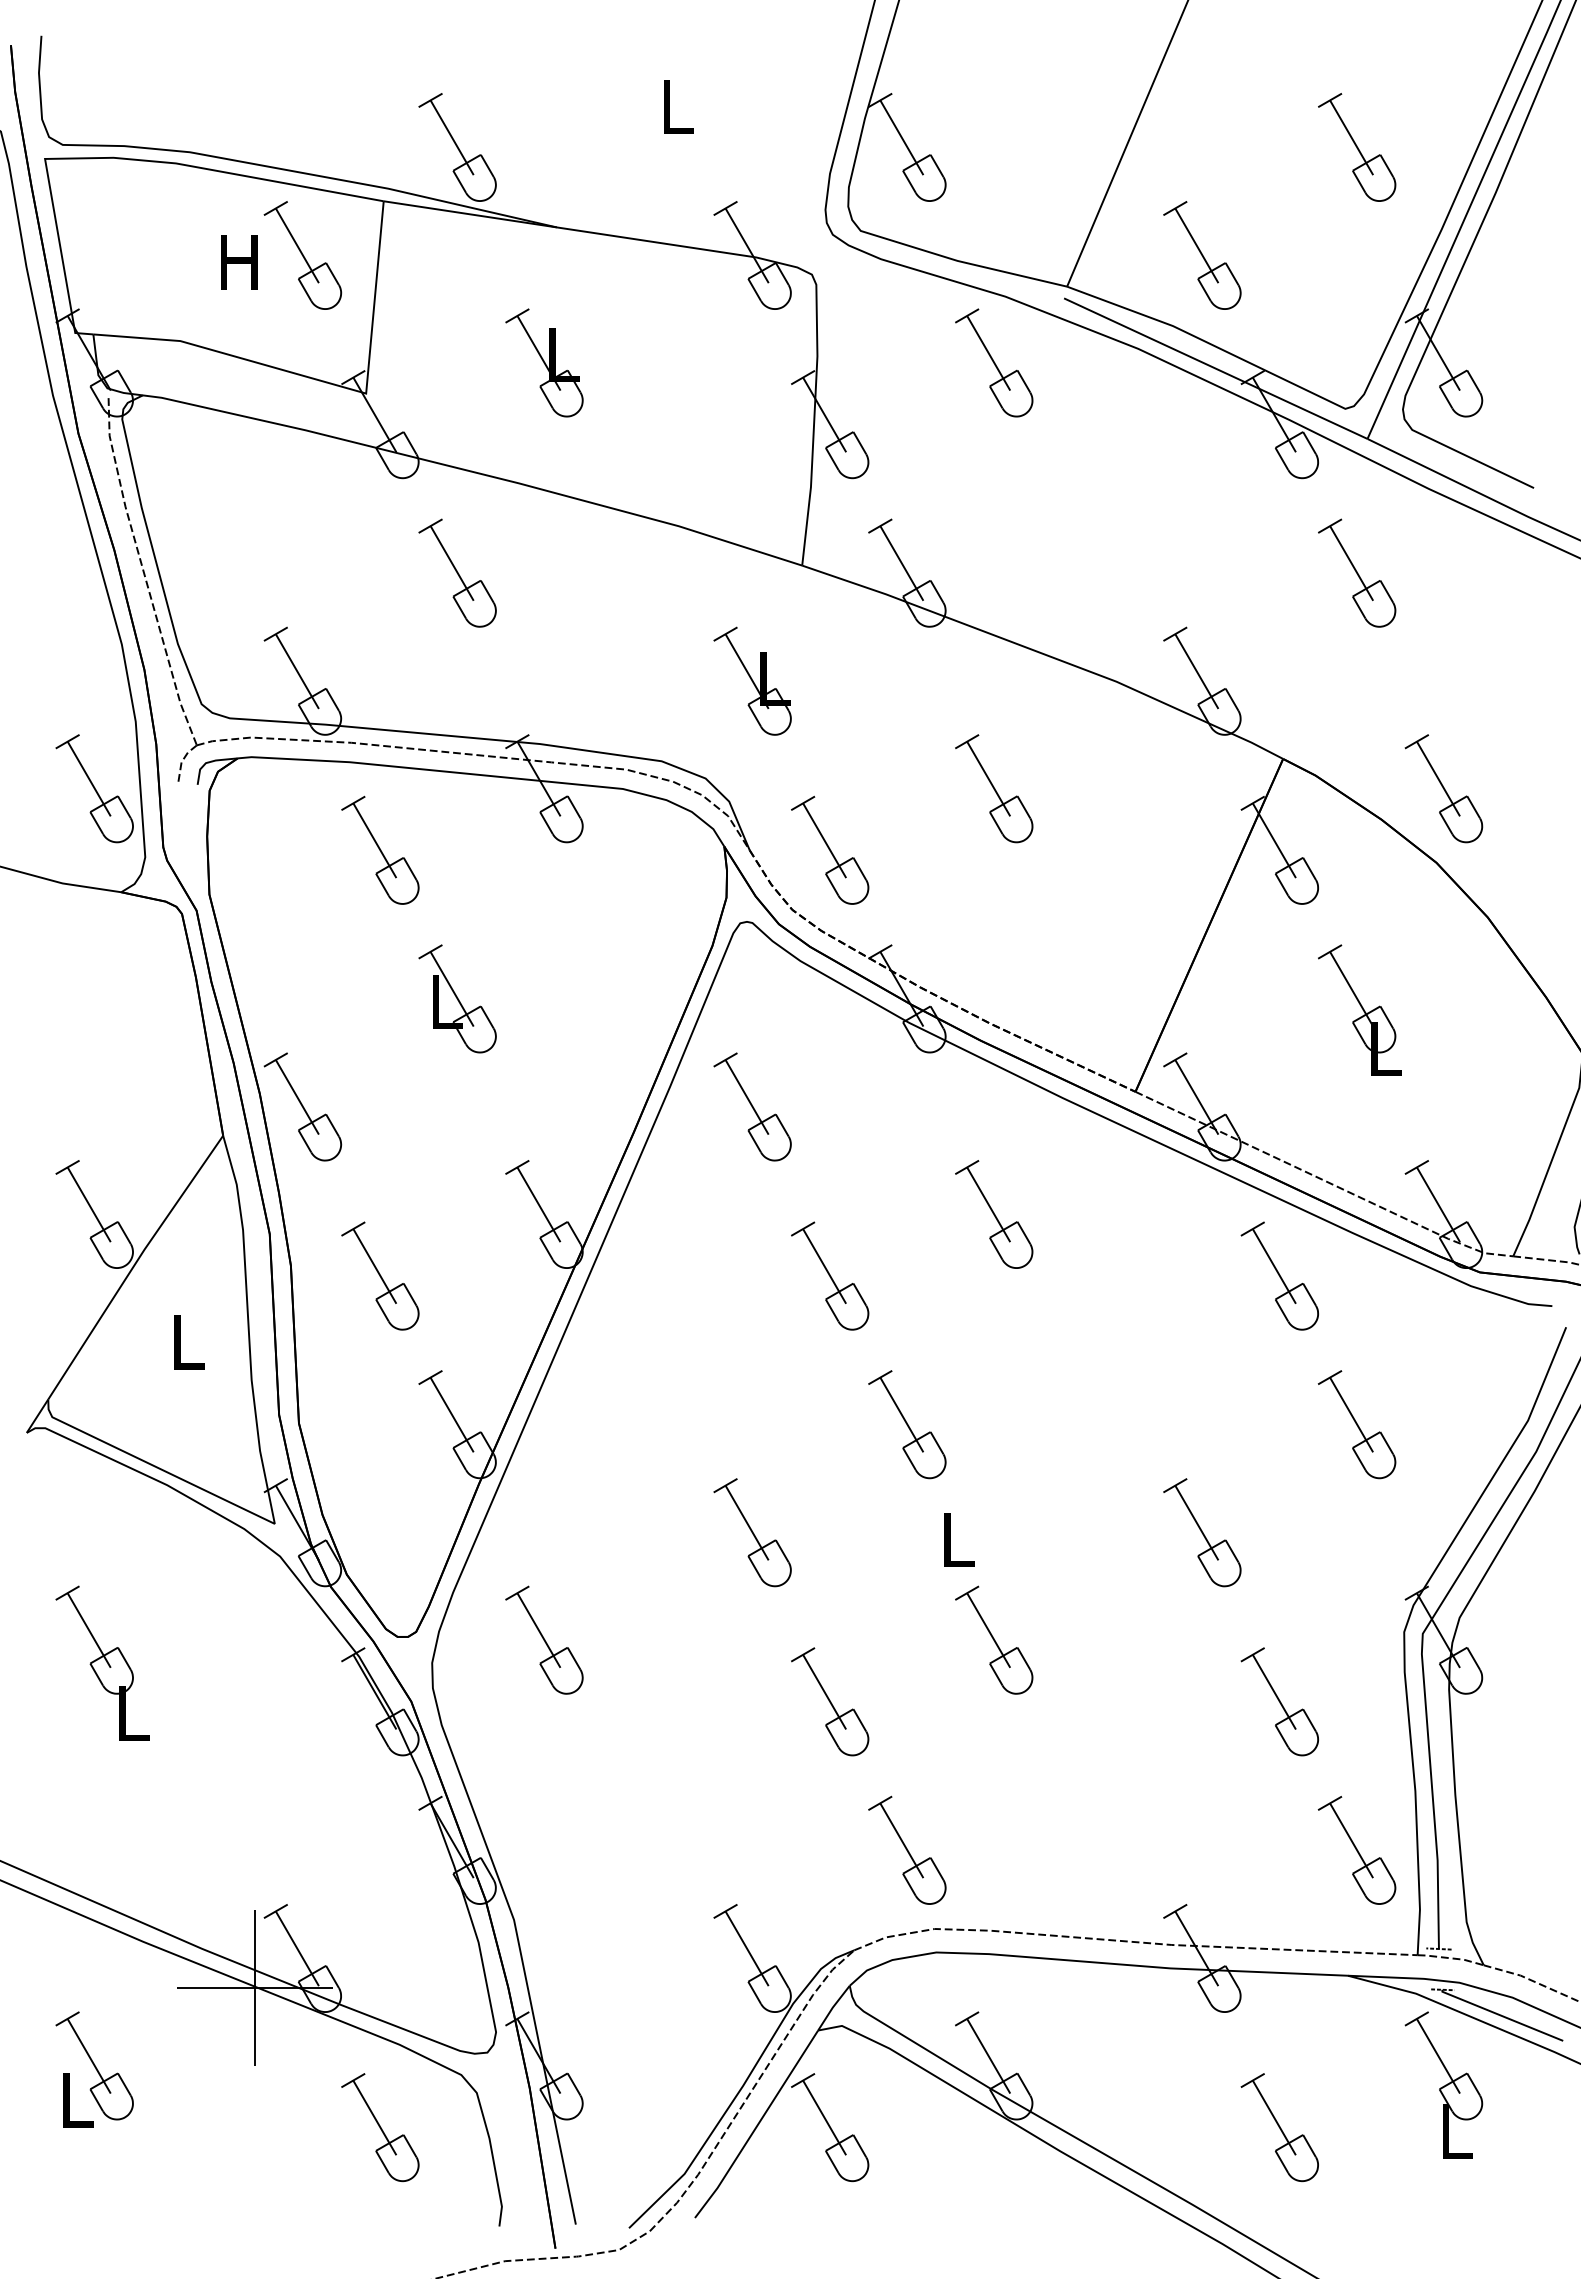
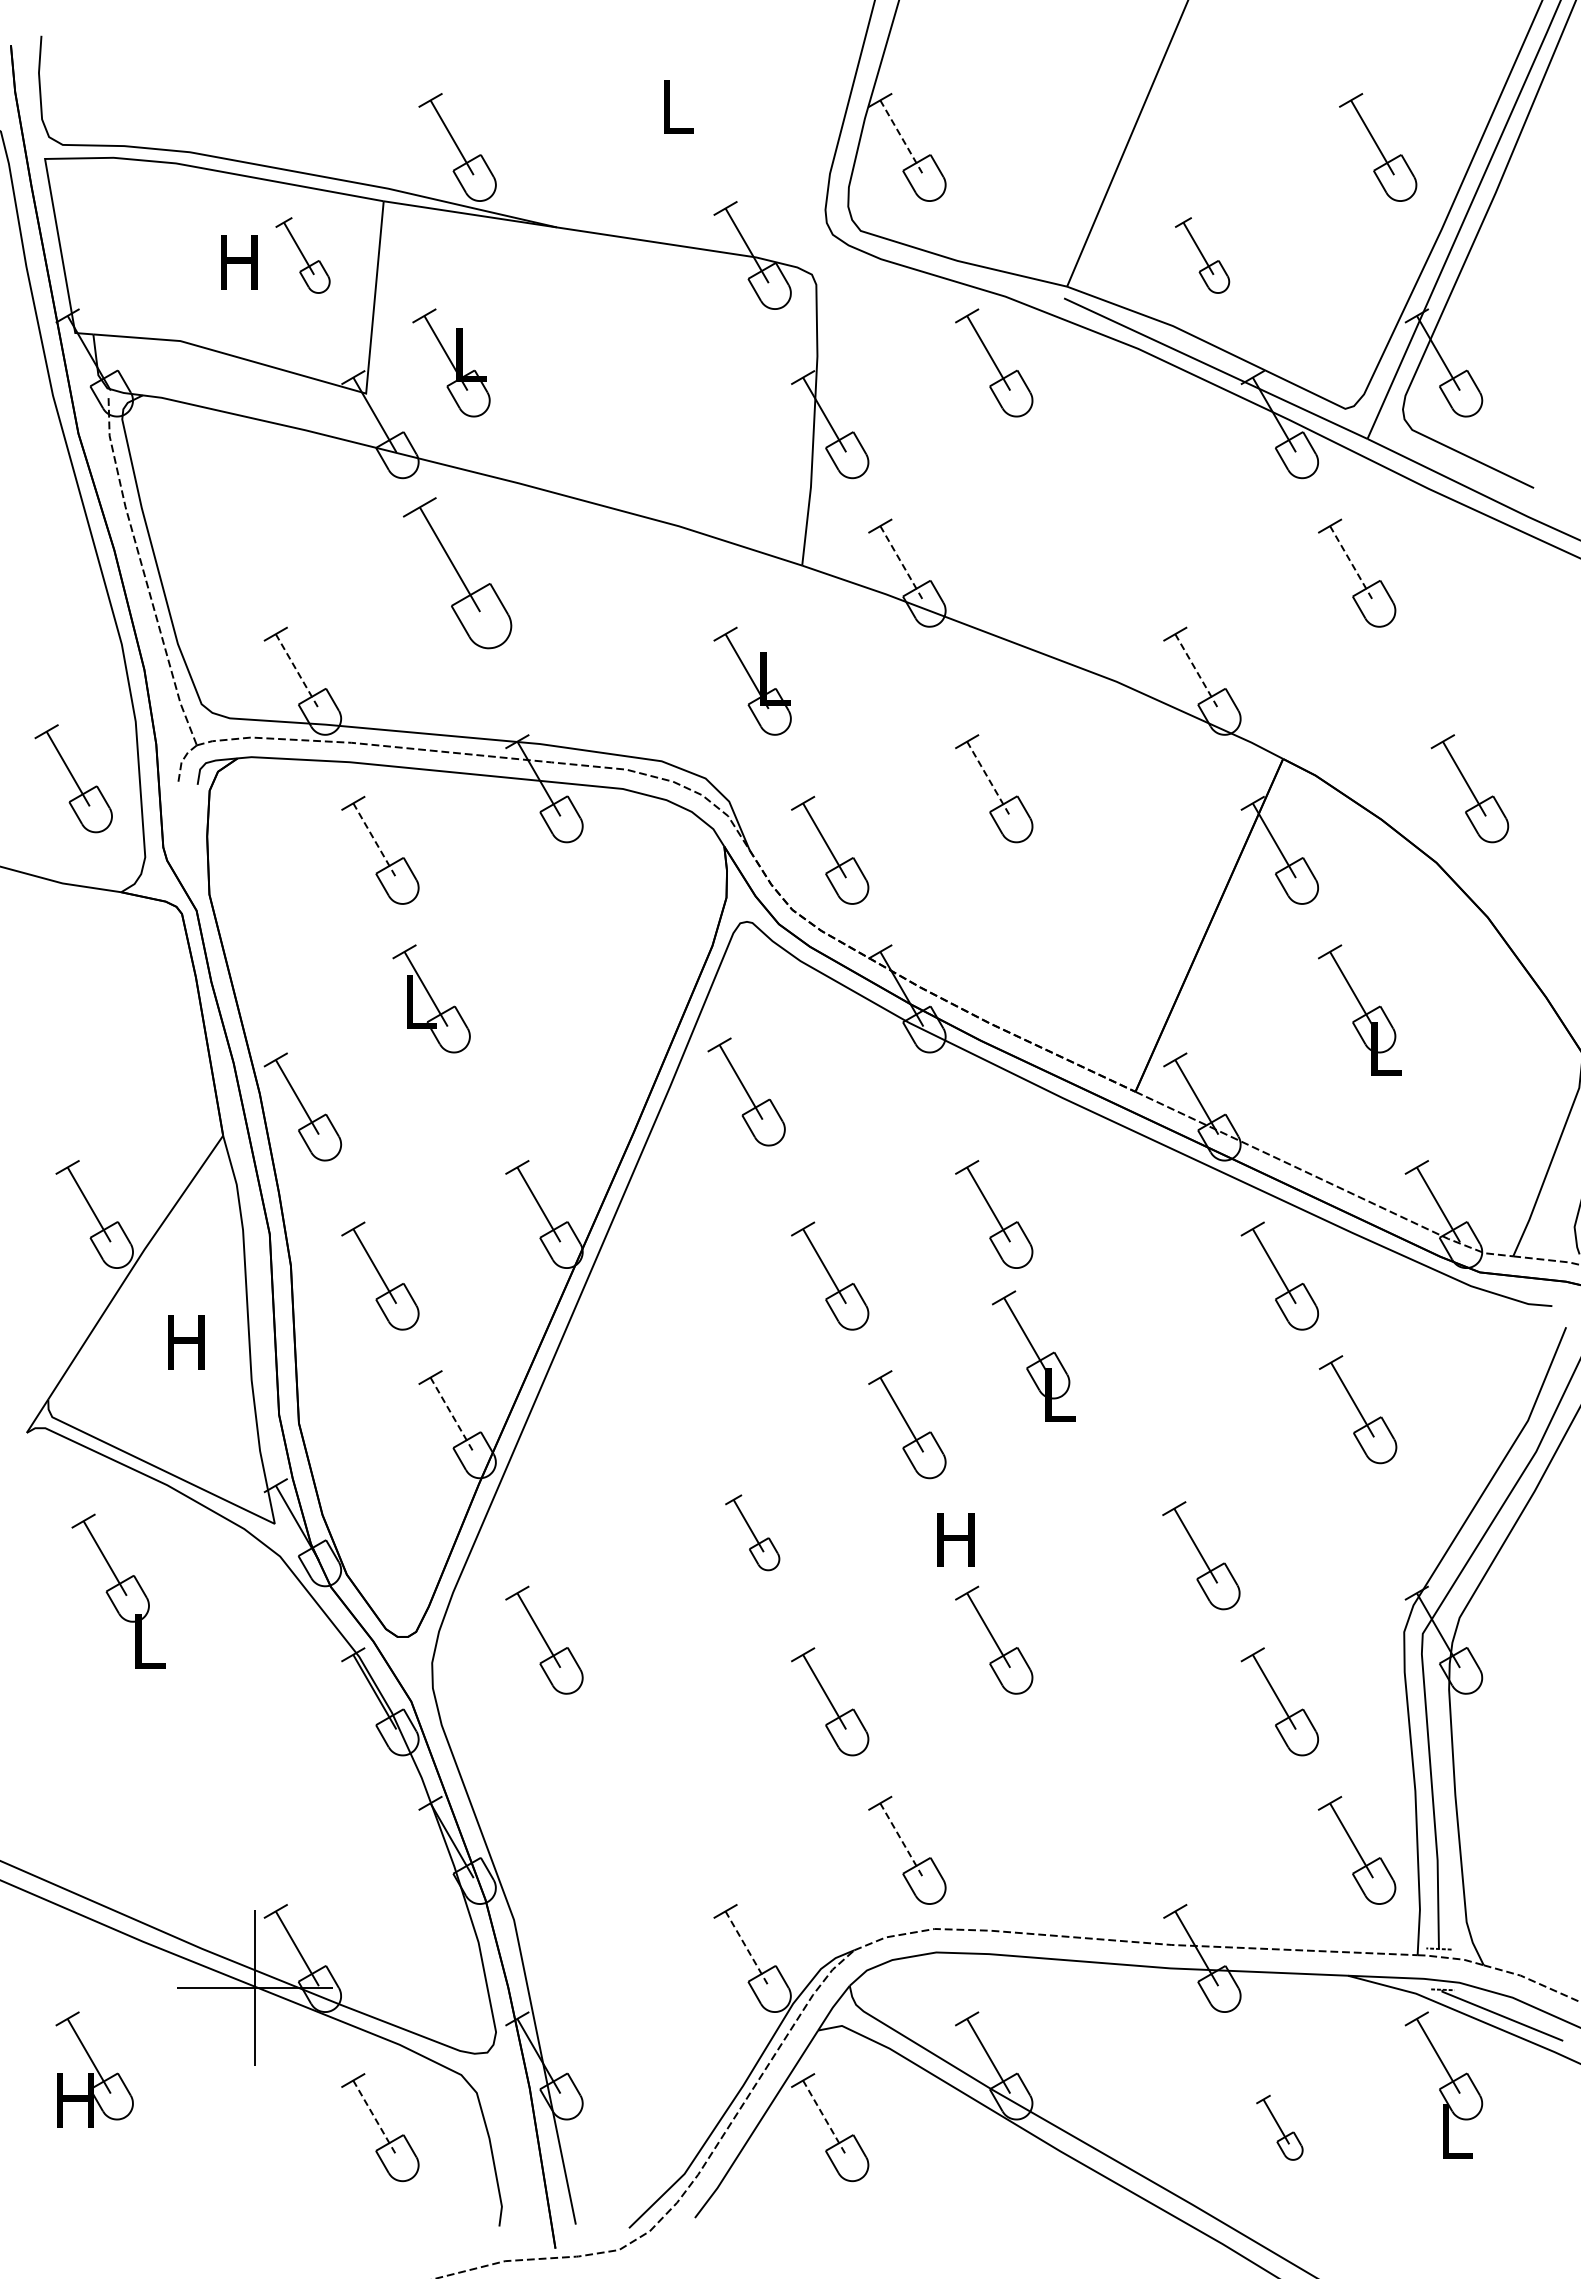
line at (902, 138): solid -> dashed
part at (1357, 147) position: (1357, 147) -> (1378, 147)
part at (302, 255) size: 80x109 px -> 56x77 px
part at (1202, 255) size: 79x109 px -> 56x77 px
part at (544, 362) position: (544, 362) -> (451, 362)
line at (902, 563): solid -> dashed
line at (1351, 563): solid -> dashed
part at (457, 572) size: 79x110 px -> 110x153 px
line at (297, 672): solid -> dashed
line at (1197, 672): solid -> dashed
line at (988, 779): solid -> dashed
part at (94, 788) position: (94, 788) -> (73, 778)
part at (1443, 788) position: (1443, 788) -> (1469, 788)
line at (375, 841): solid -> dashed
part at (457, 998) position: (457, 998) -> (431, 998)
part at (752, 1106) position: (752, 1106) -> (746, 1091)
text at (186, 1342): L -> H
part at (1033, 1355): none -> present
line at (452, 1415): solid -> dashed
part at (1356, 1424) position: (1356, 1424) -> (1357, 1409)
part at (752, 1532) size: 79x110 px -> 56x78 px
part at (1202, 1532) position: (1202, 1532) -> (1201, 1555)
text at (955, 1539): L -> H
part at (102, 1662) position: (102, 1662) -> (118, 1590)
line at (902, 1841): solid -> dashed
line at (747, 1949): solid -> dashed
text at (75, 2100): L -> H
line at (375, 2118): solid -> dashed
line at (824, 2118): solid -> dashed
part at (1279, 2127) size: 79x110 px -> 48x66 px
